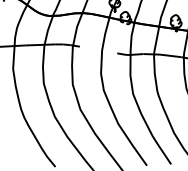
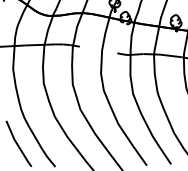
line at (17, 143): none -> present
